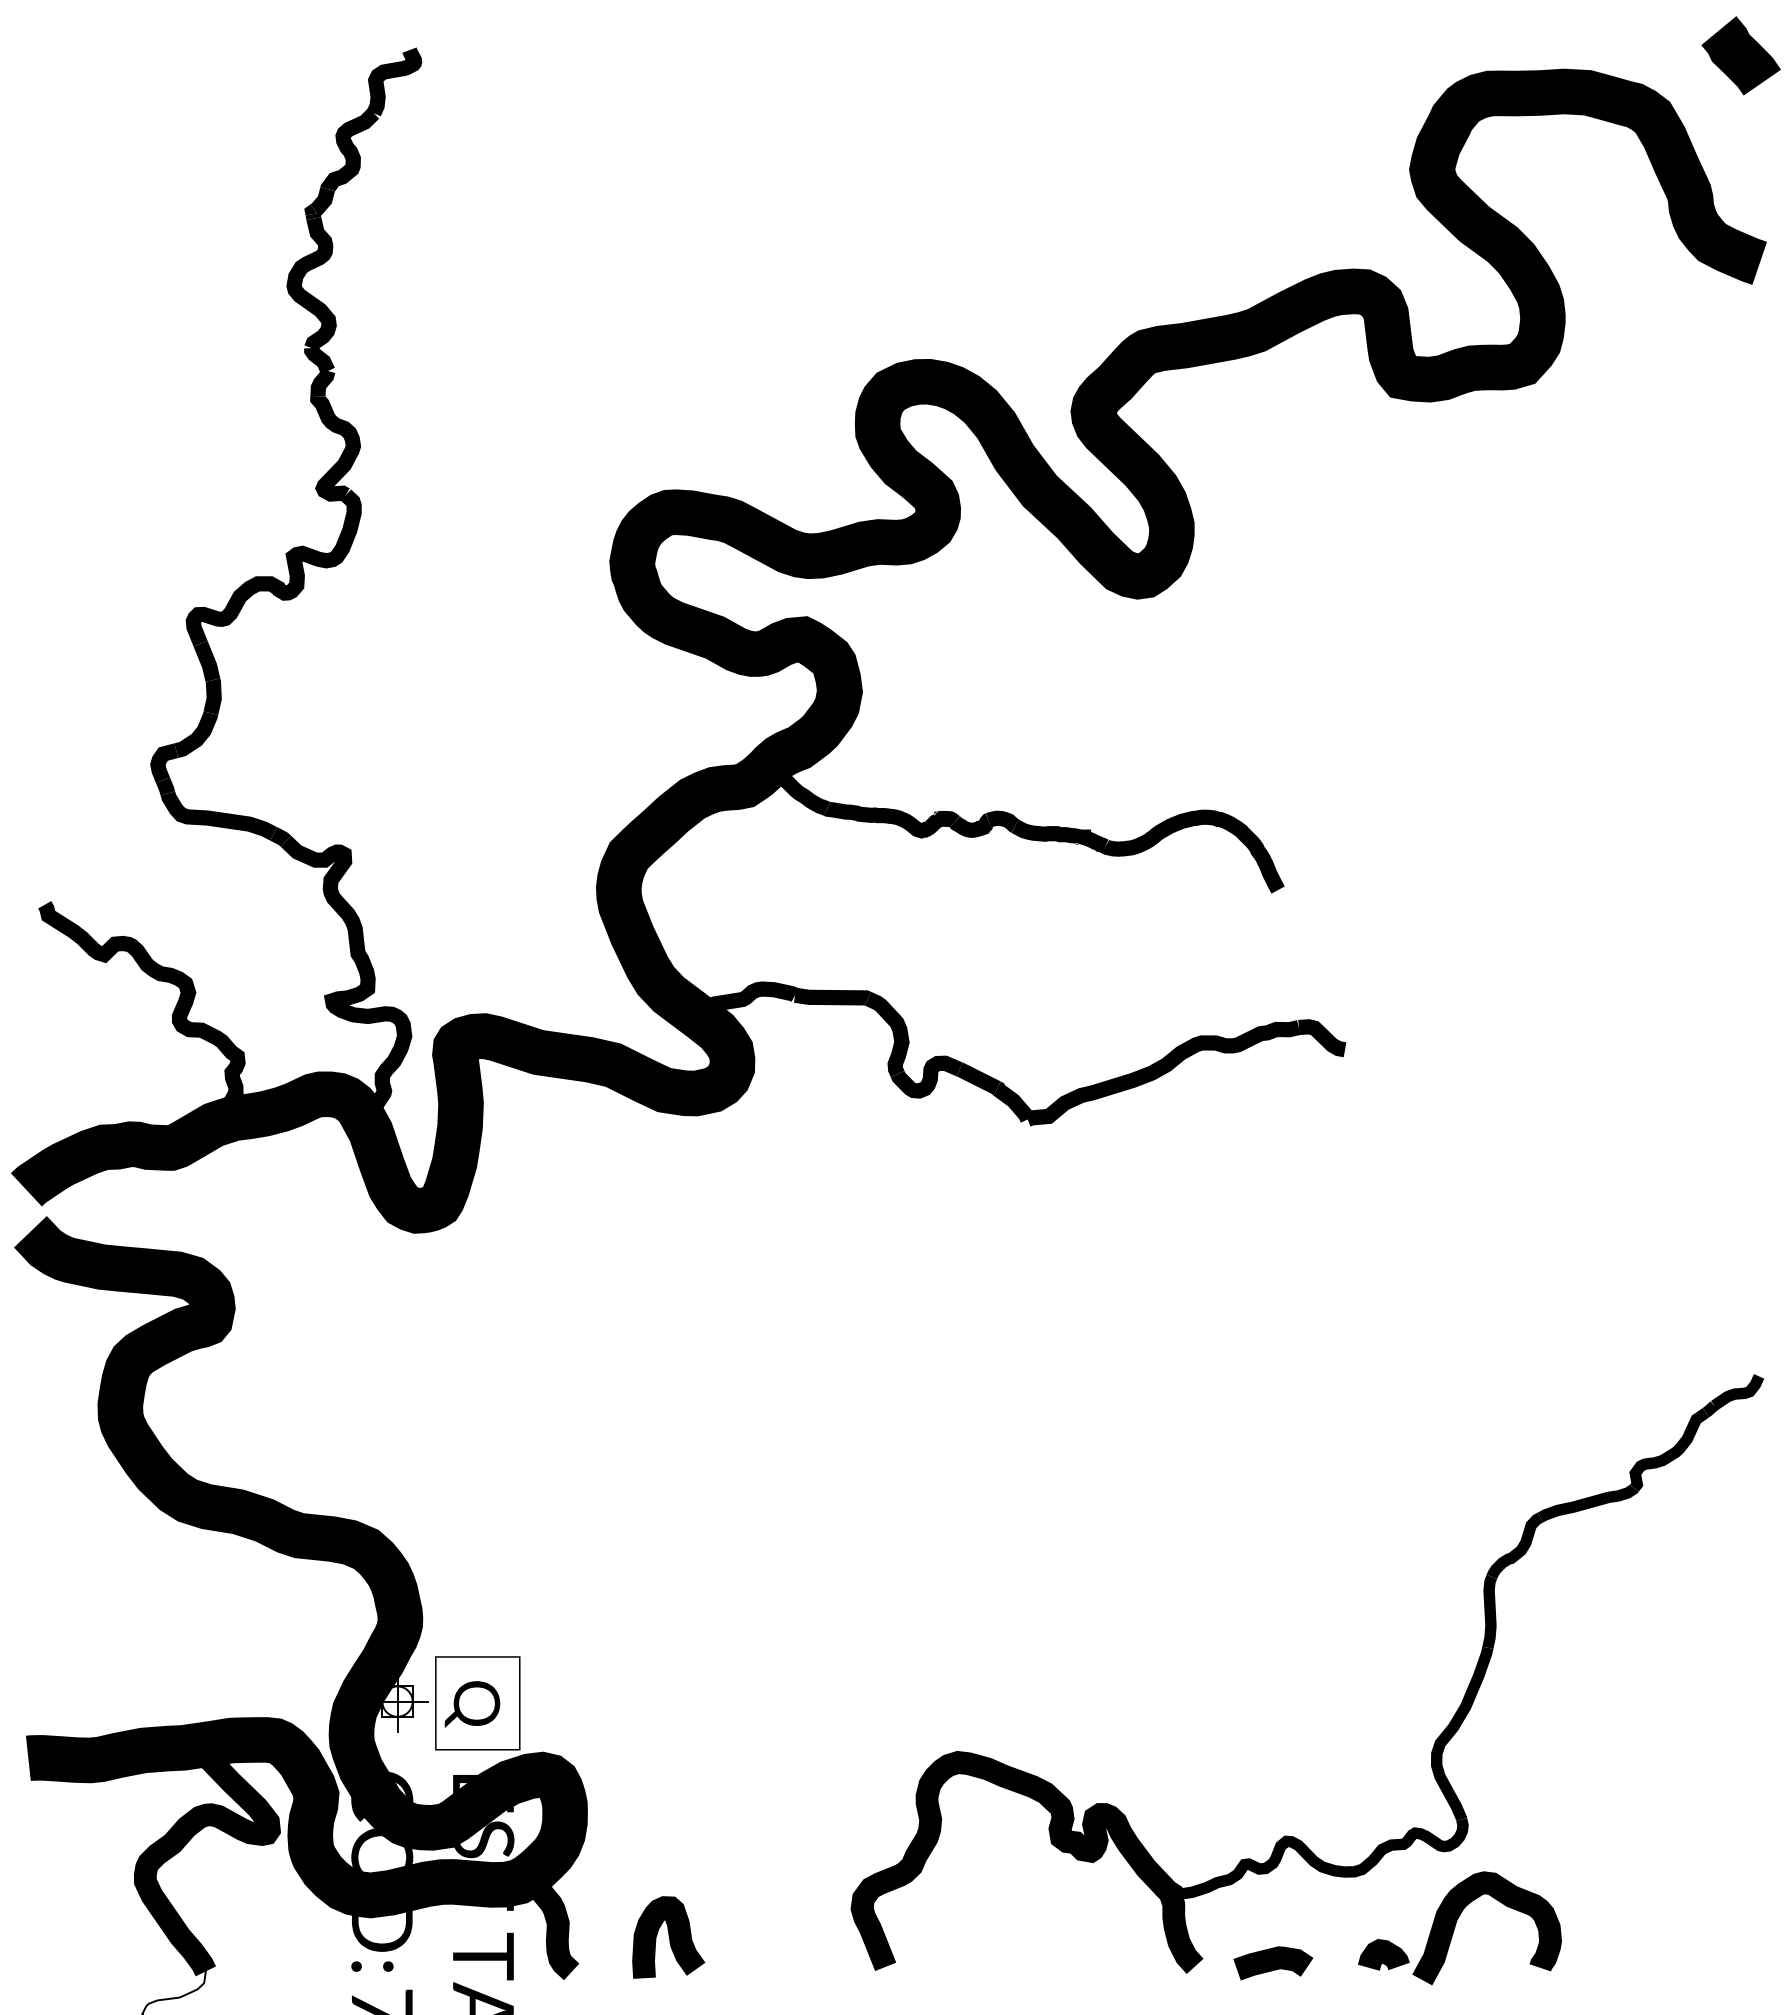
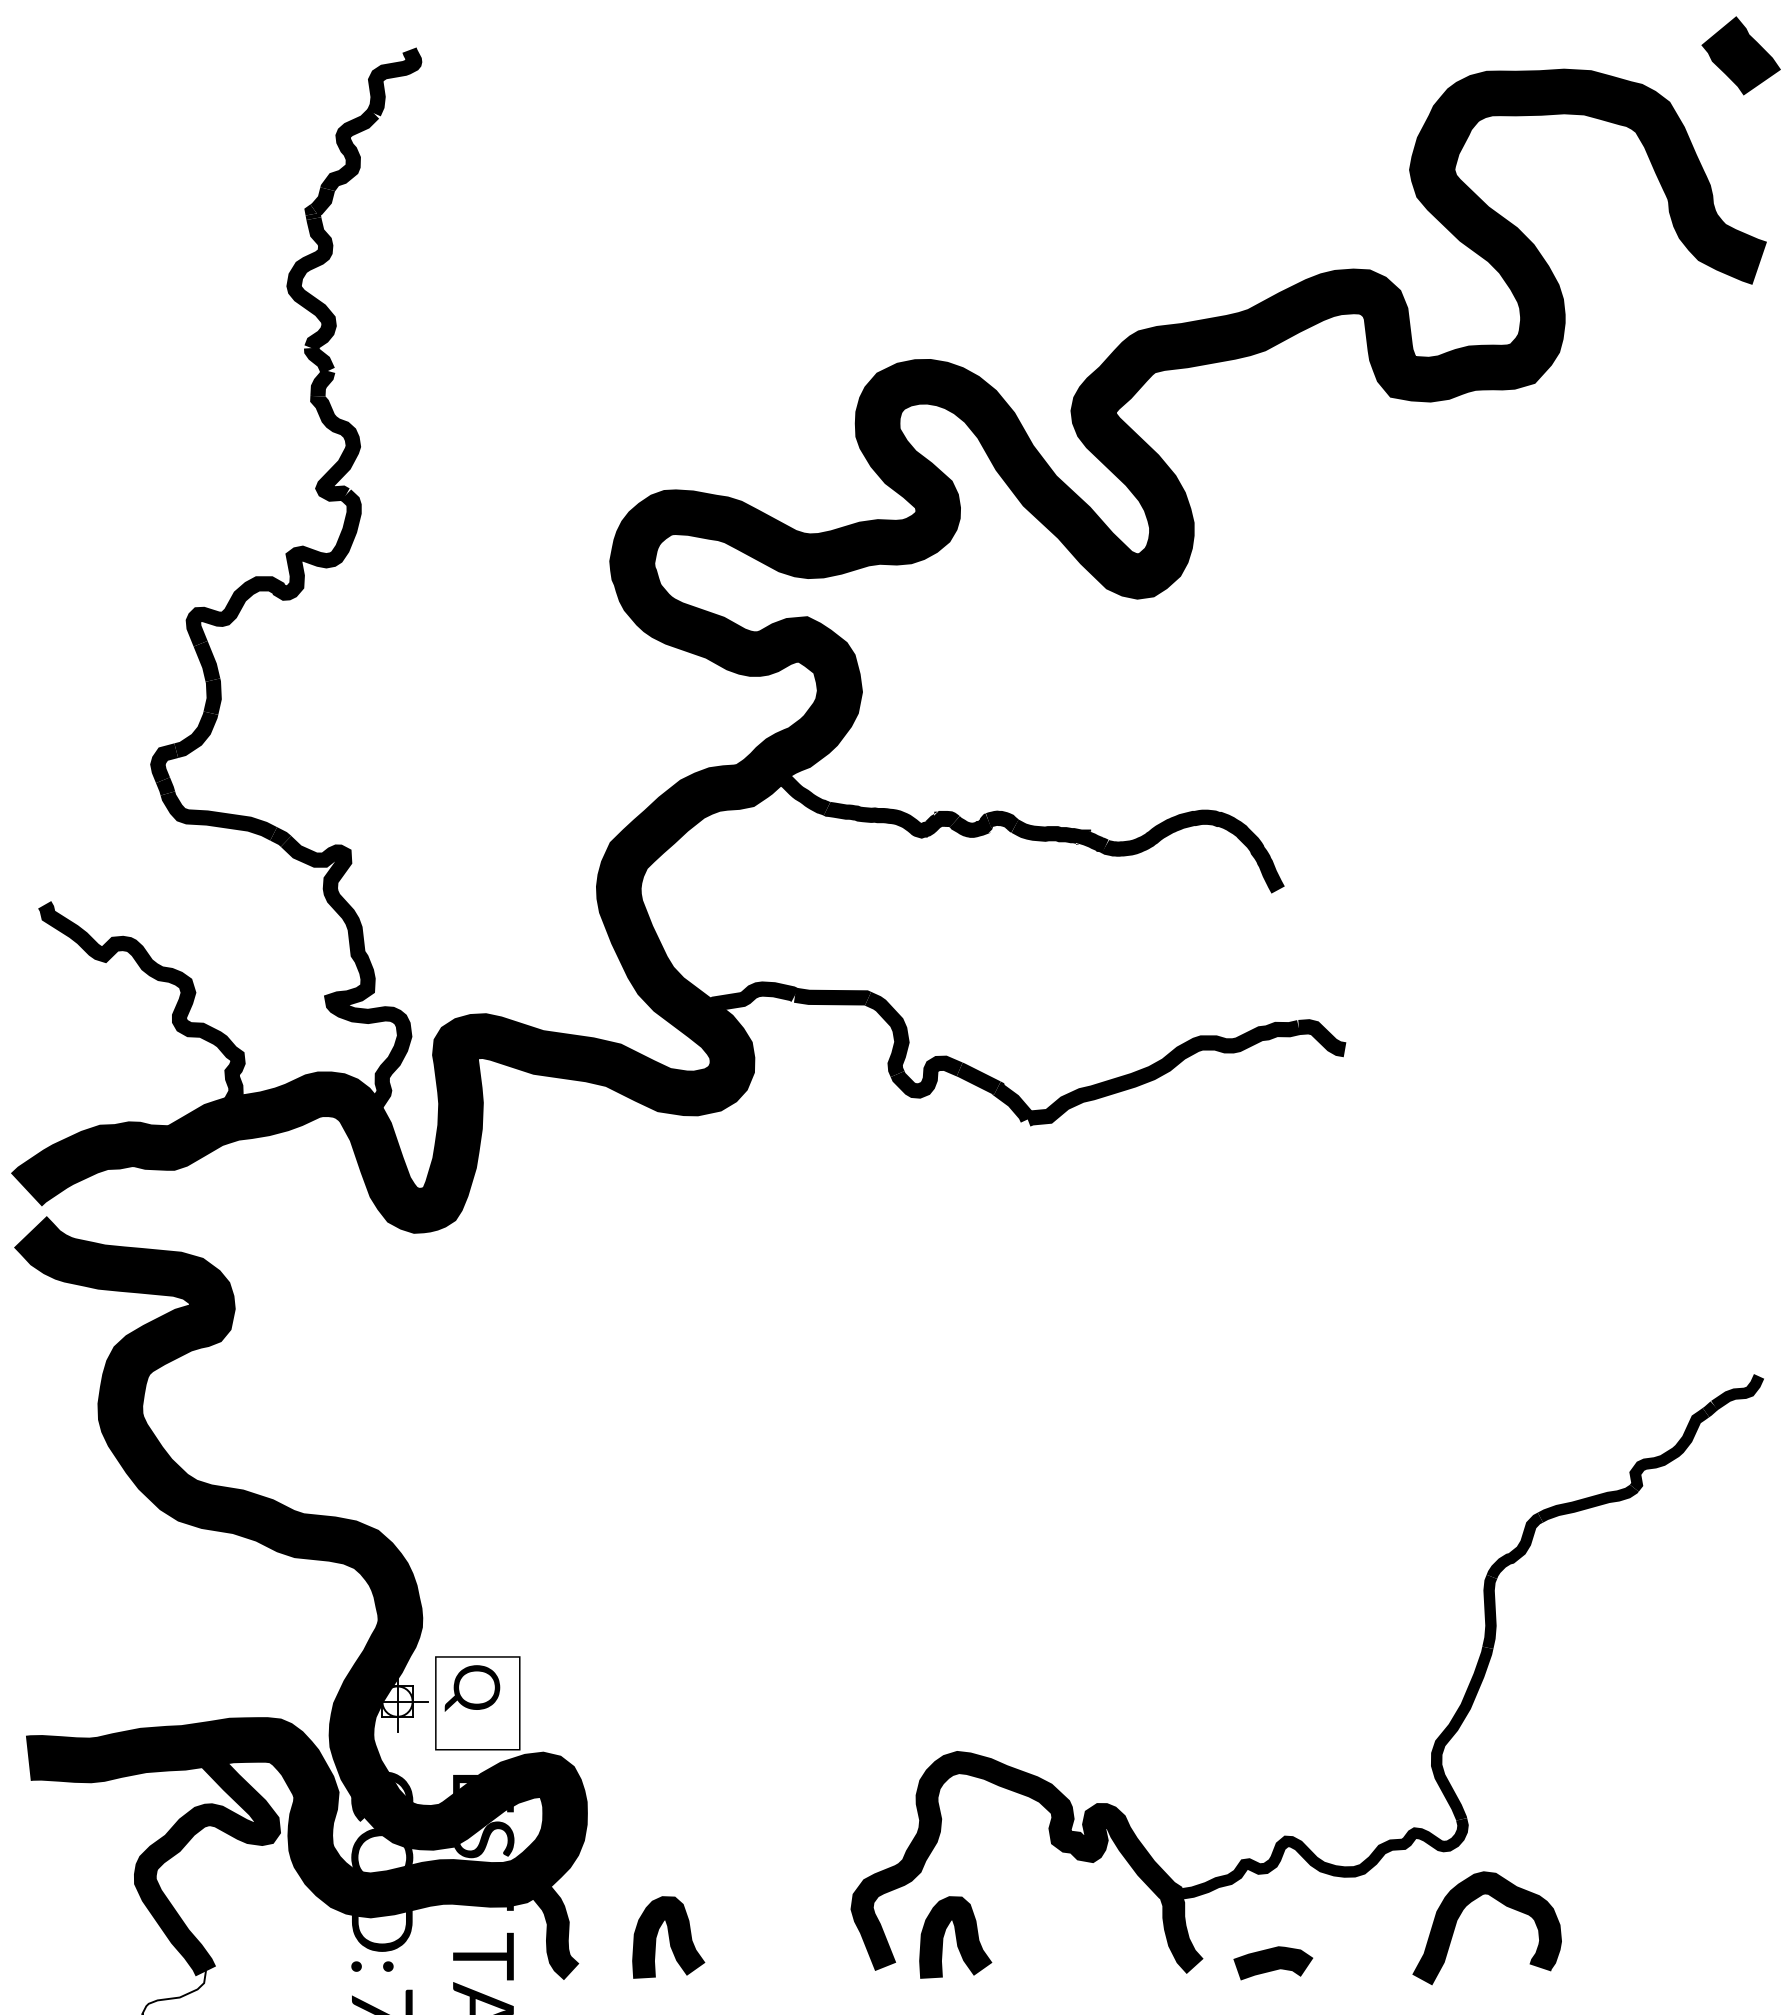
text at (472, 1704) position: (472, 1704) -> (472, 1688)
curve at (955, 1936): none -> present
curve at (1383, 1954): present -> none
